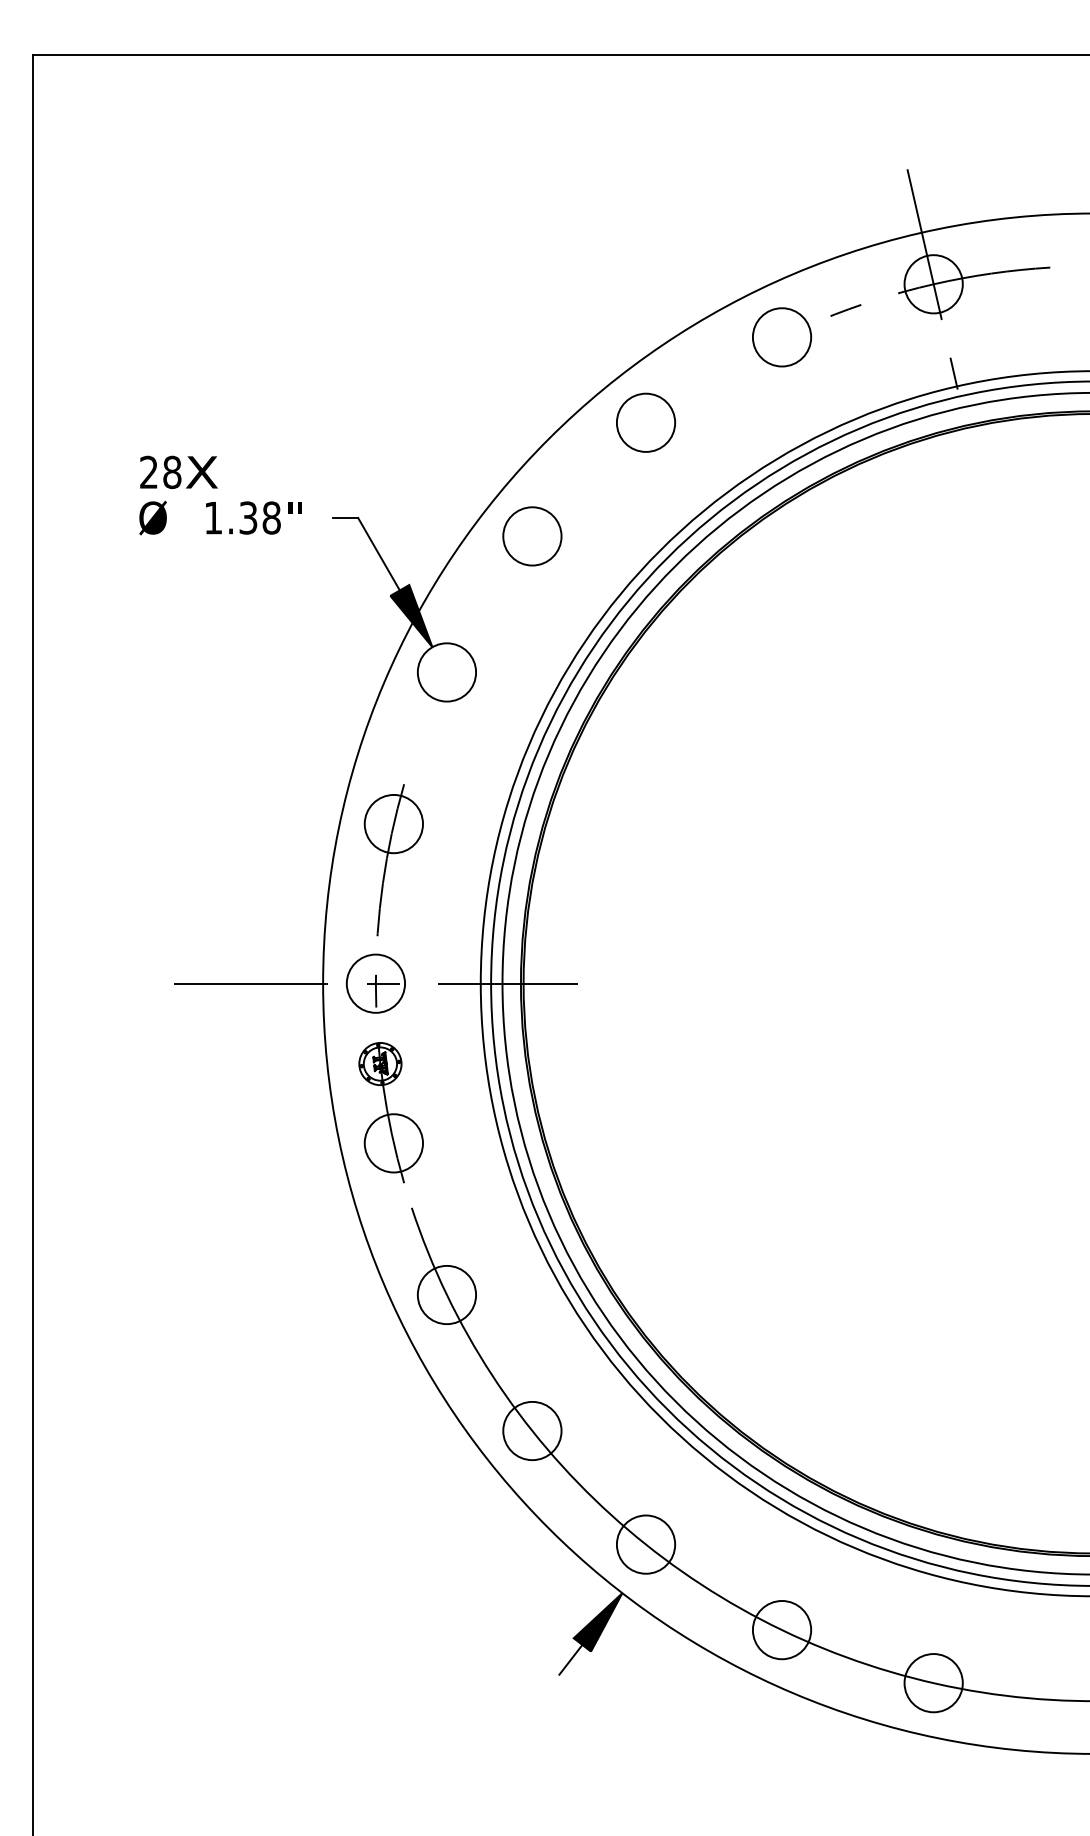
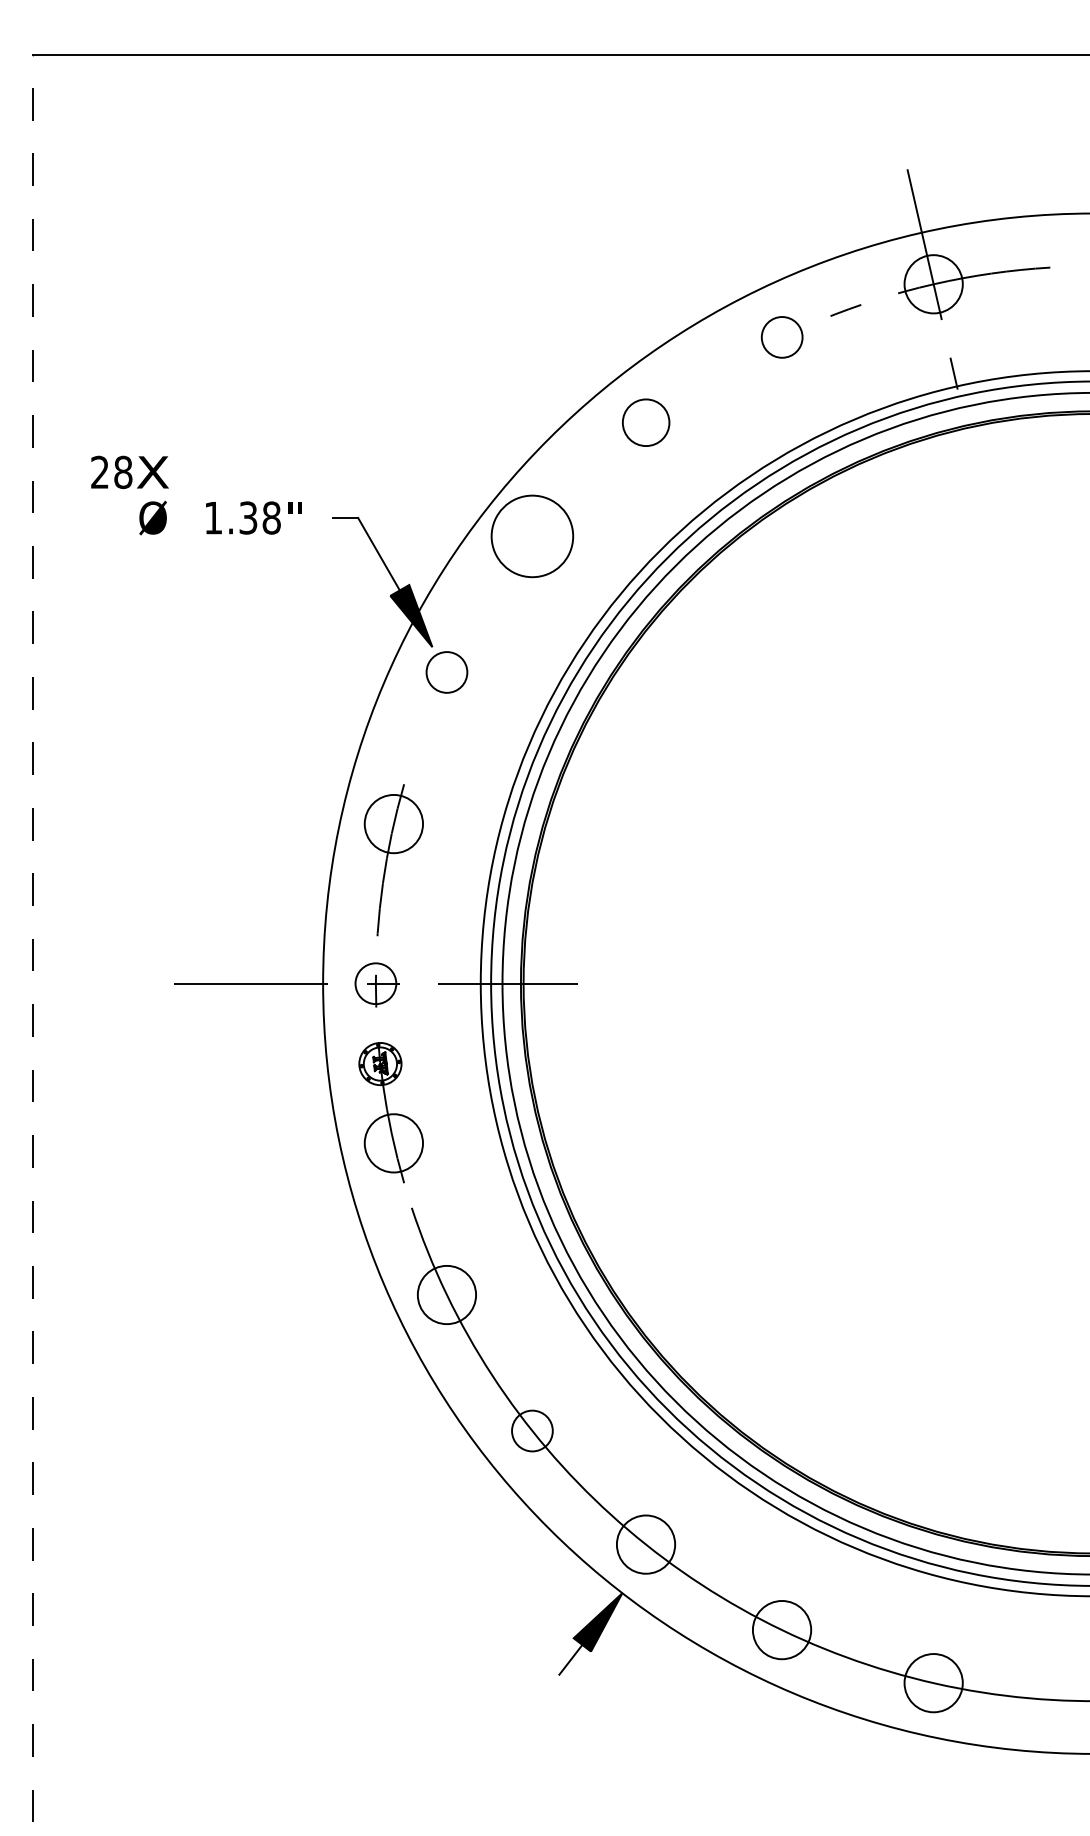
circle at (782, 337) size: 61x61 px -> 44x43 px
circle at (646, 422) size: 61x61 px -> 49x49 px
text at (178, 472) position: (178, 472) -> (129, 472)
circle at (532, 536) diameter: 58 px -> 82 px
circle at (446, 672) diameter: 58 px -> 41 px
line at (32, 944): solid -> dashed
circle at (375, 983) diameter: 58 px -> 41 px
circle at (532, 1430) diameter: 58 px -> 41 px
